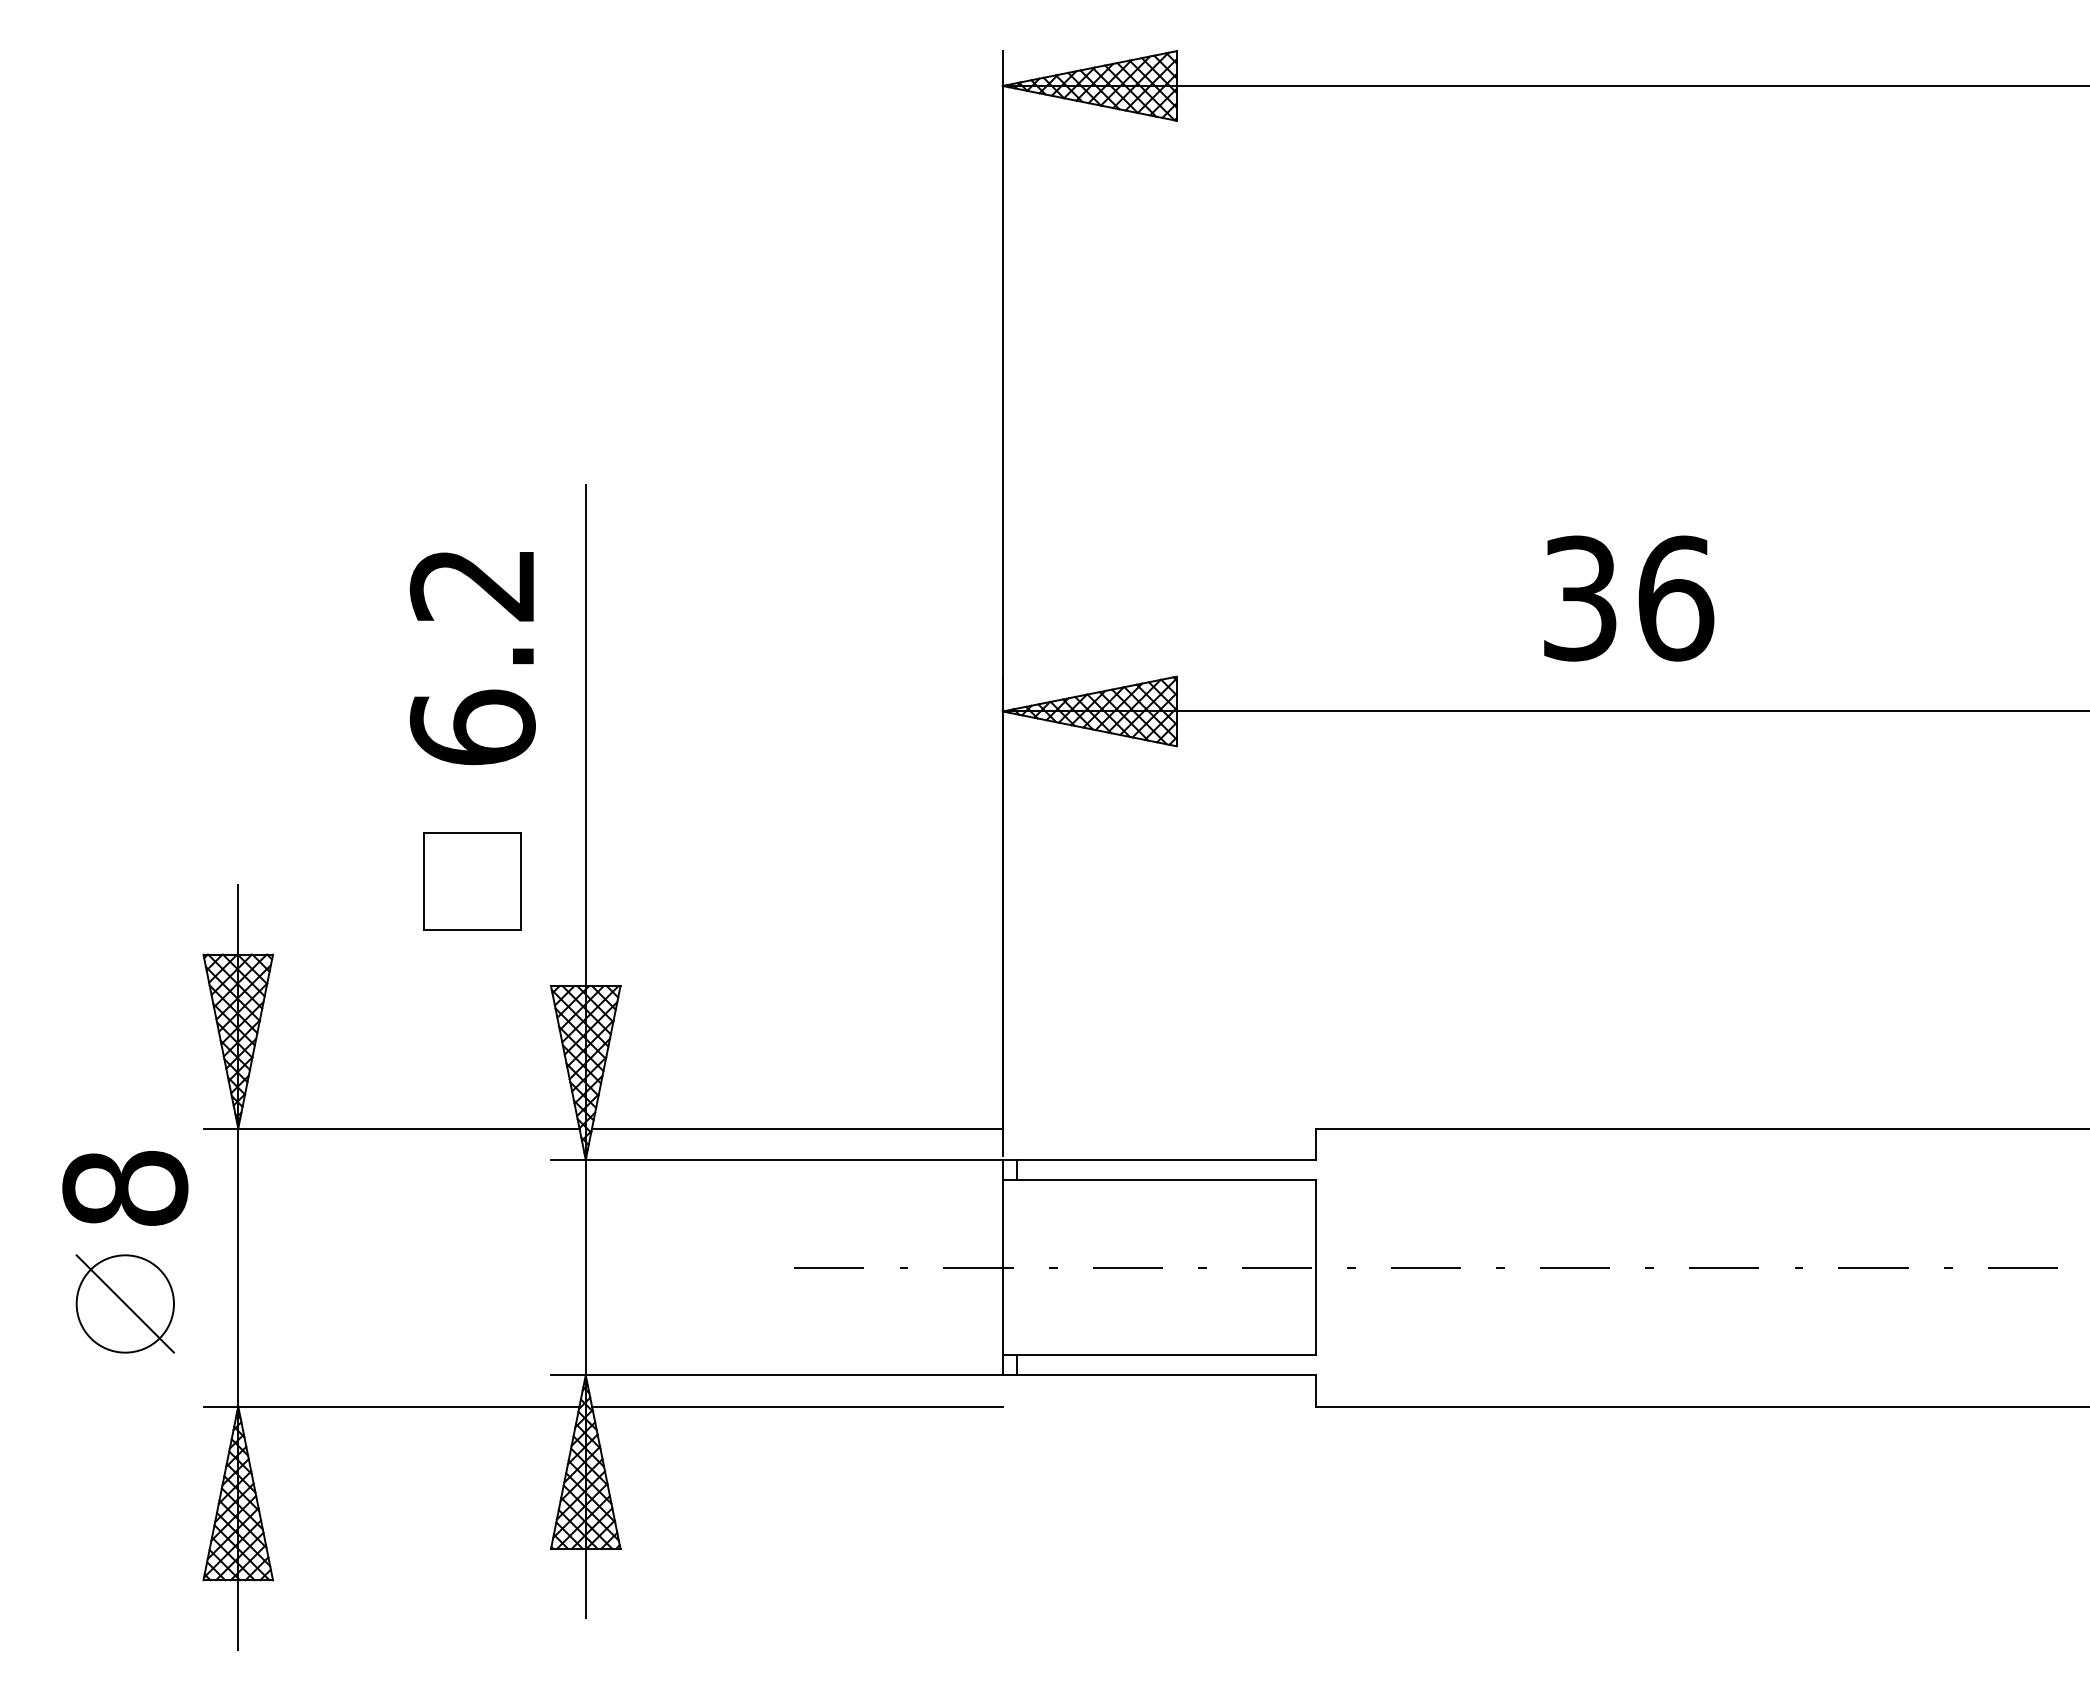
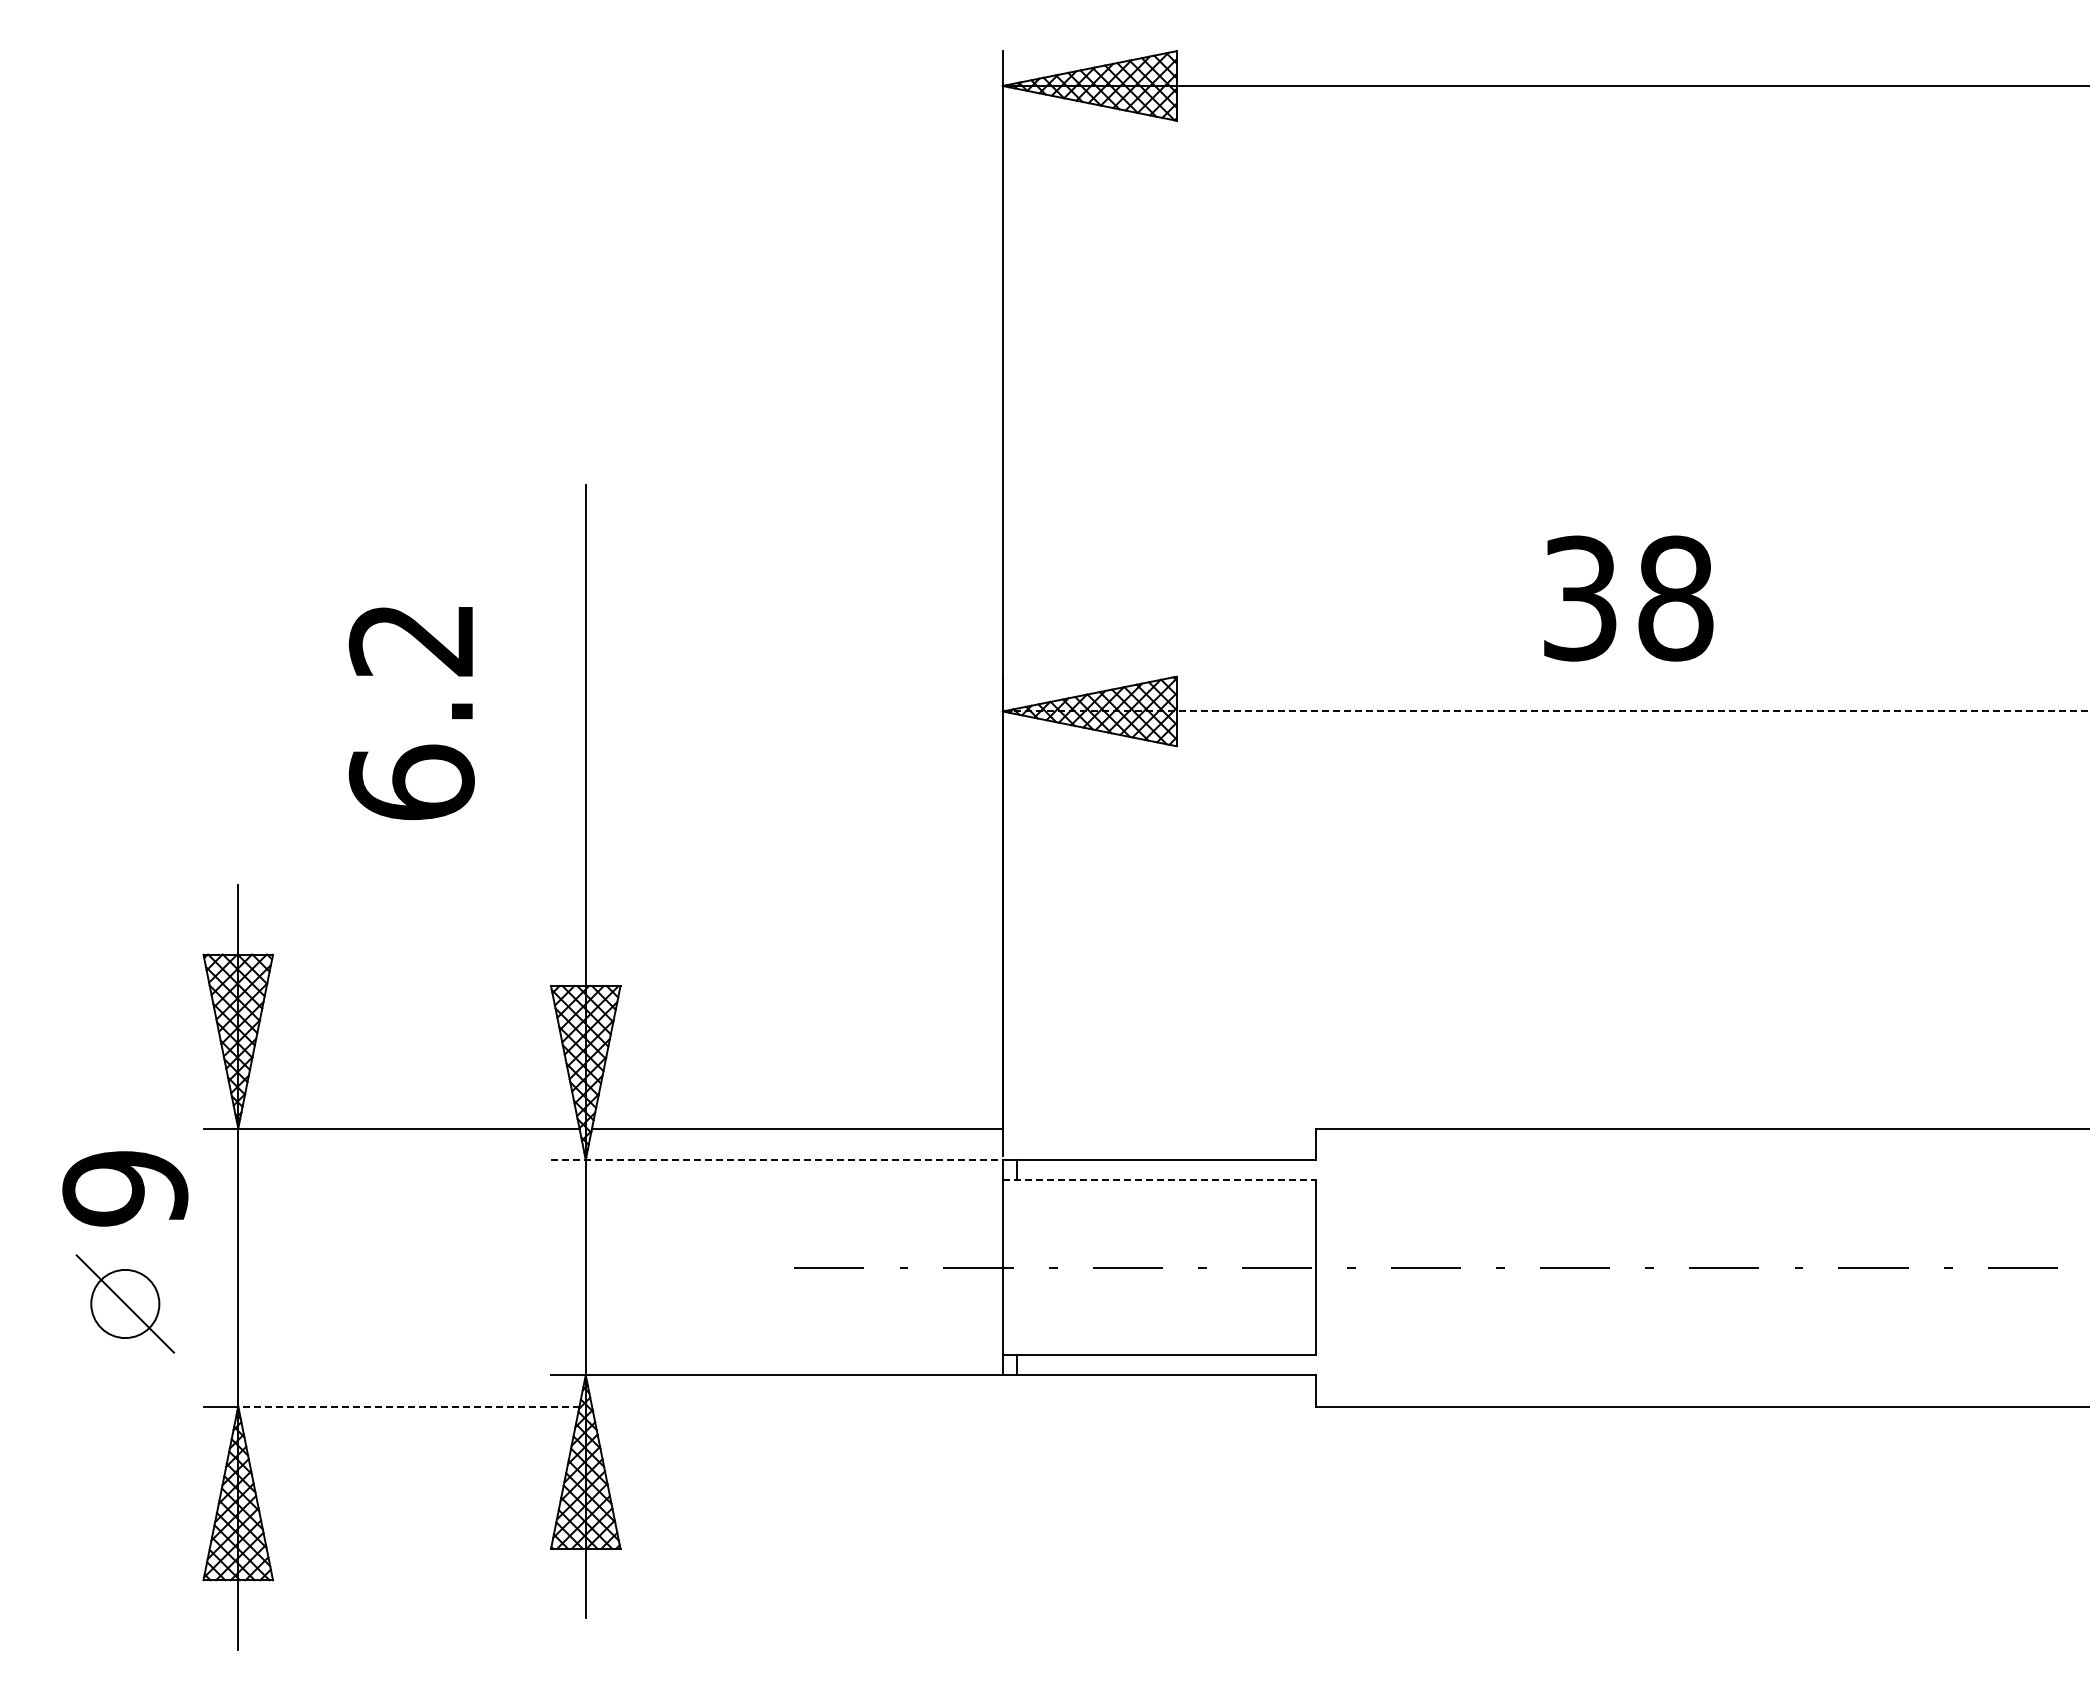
text at (1676, 598): 36 -> 38
text at (472, 658) position: (472, 658) -> (411, 713)
line at (1546, 711): solid -> dashed
part at (472, 881): present -> none
line at (776, 1159): solid -> dashed
line at (1159, 1179): solid -> dashed
text at (125, 1188): 8 -> 9
circle at (124, 1303) diameter: 97 px -> 68 px
line at (408, 1406): solid -> dashed
line at (797, 1406): present -> none
